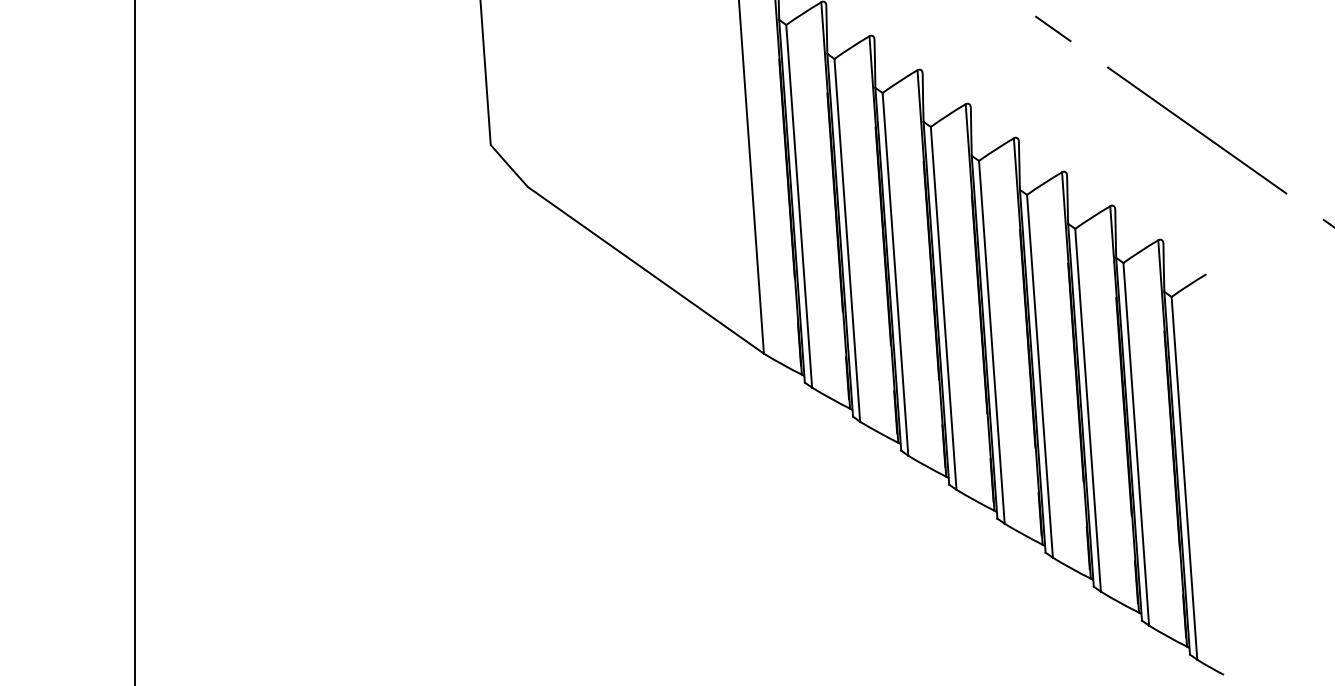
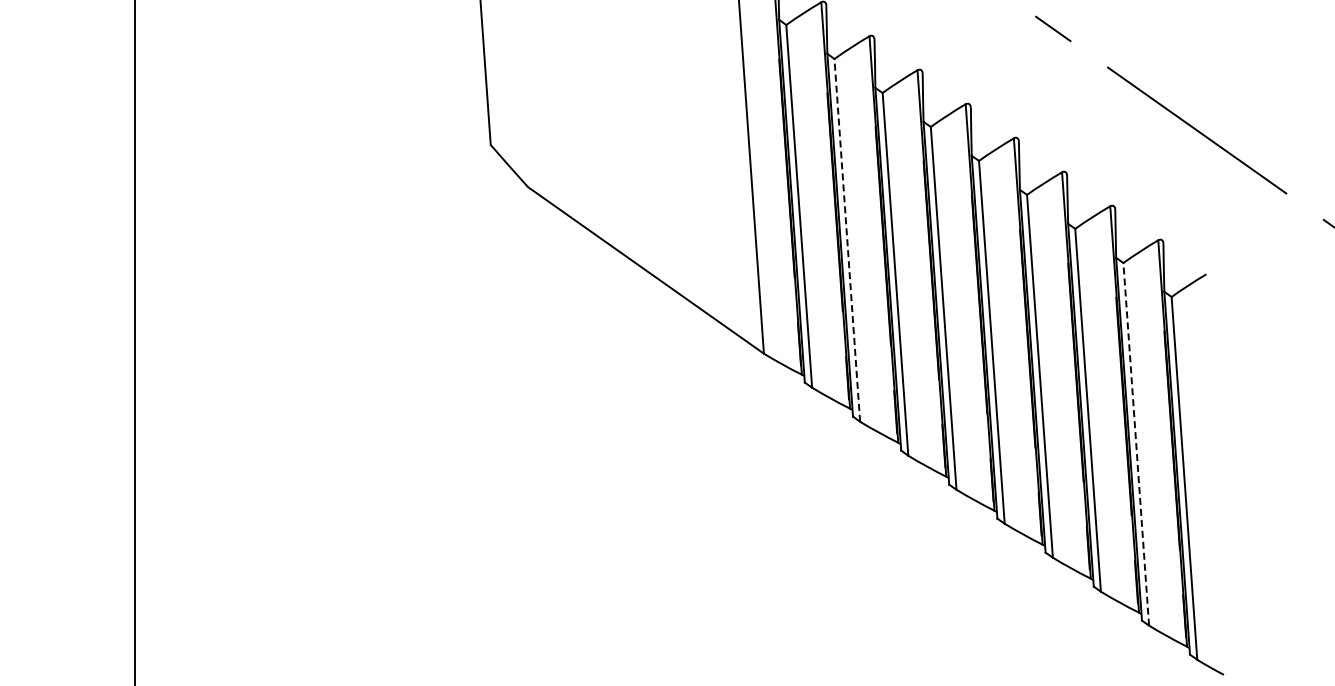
line at (847, 240): solid -> dashed
line at (1136, 444): solid -> dashed
